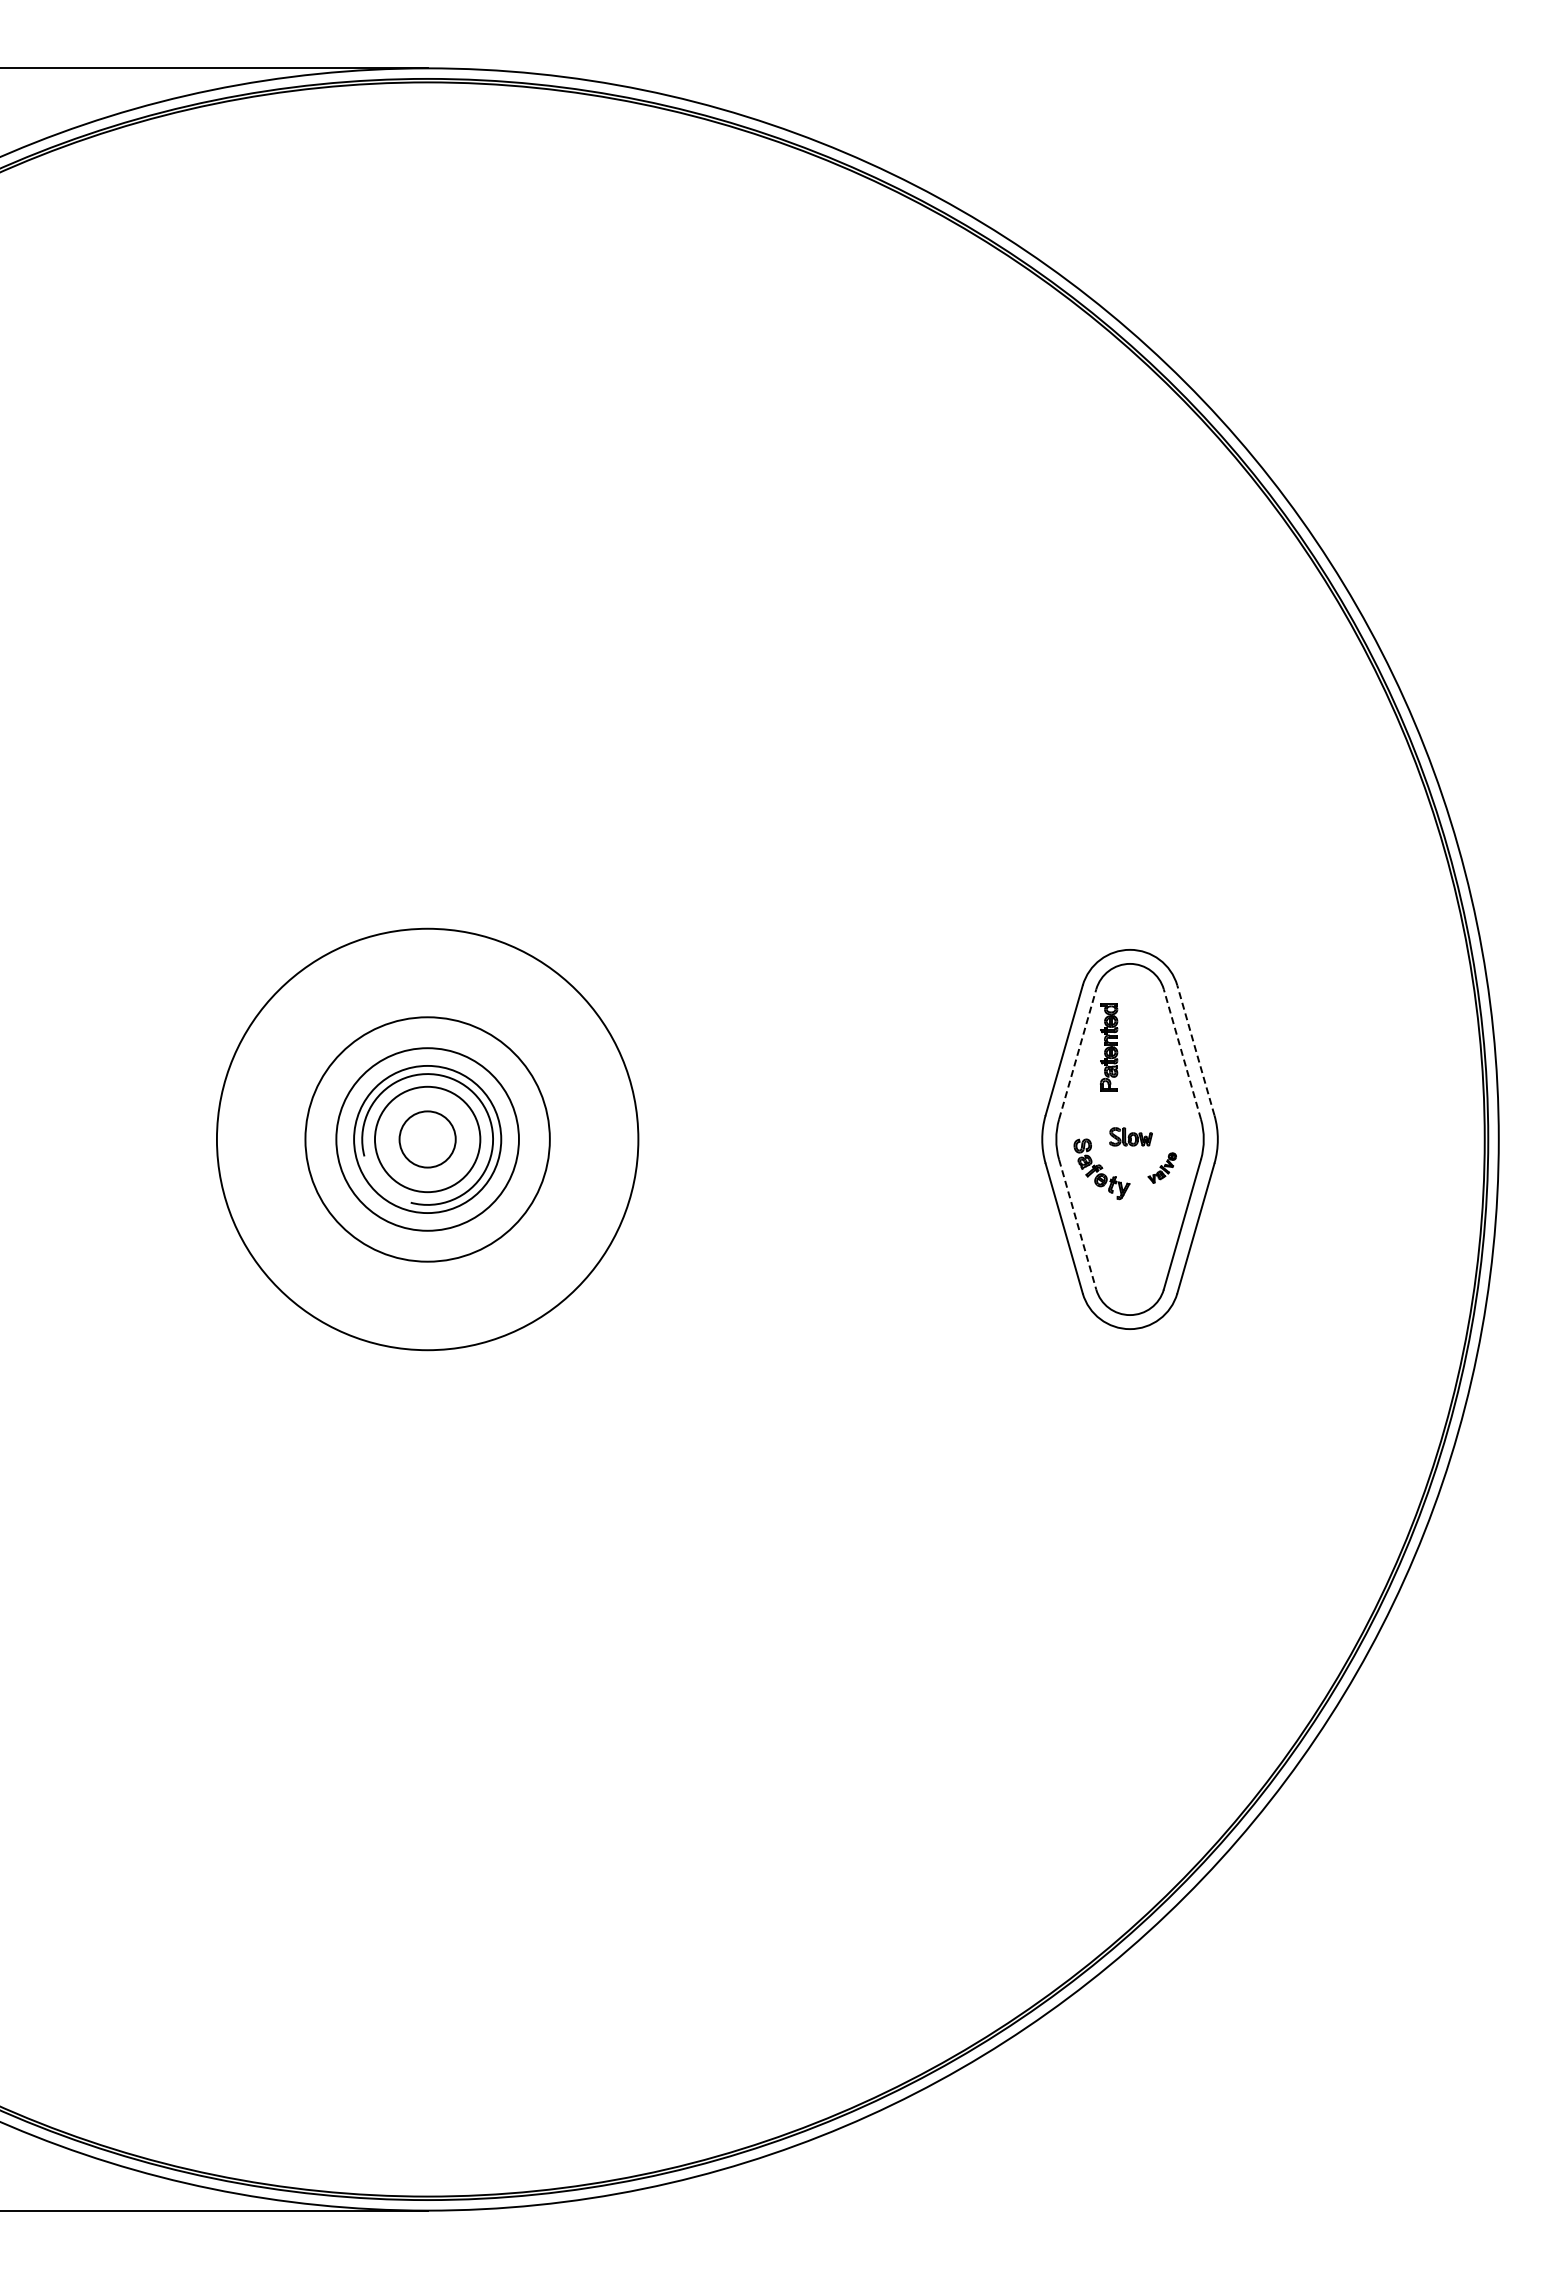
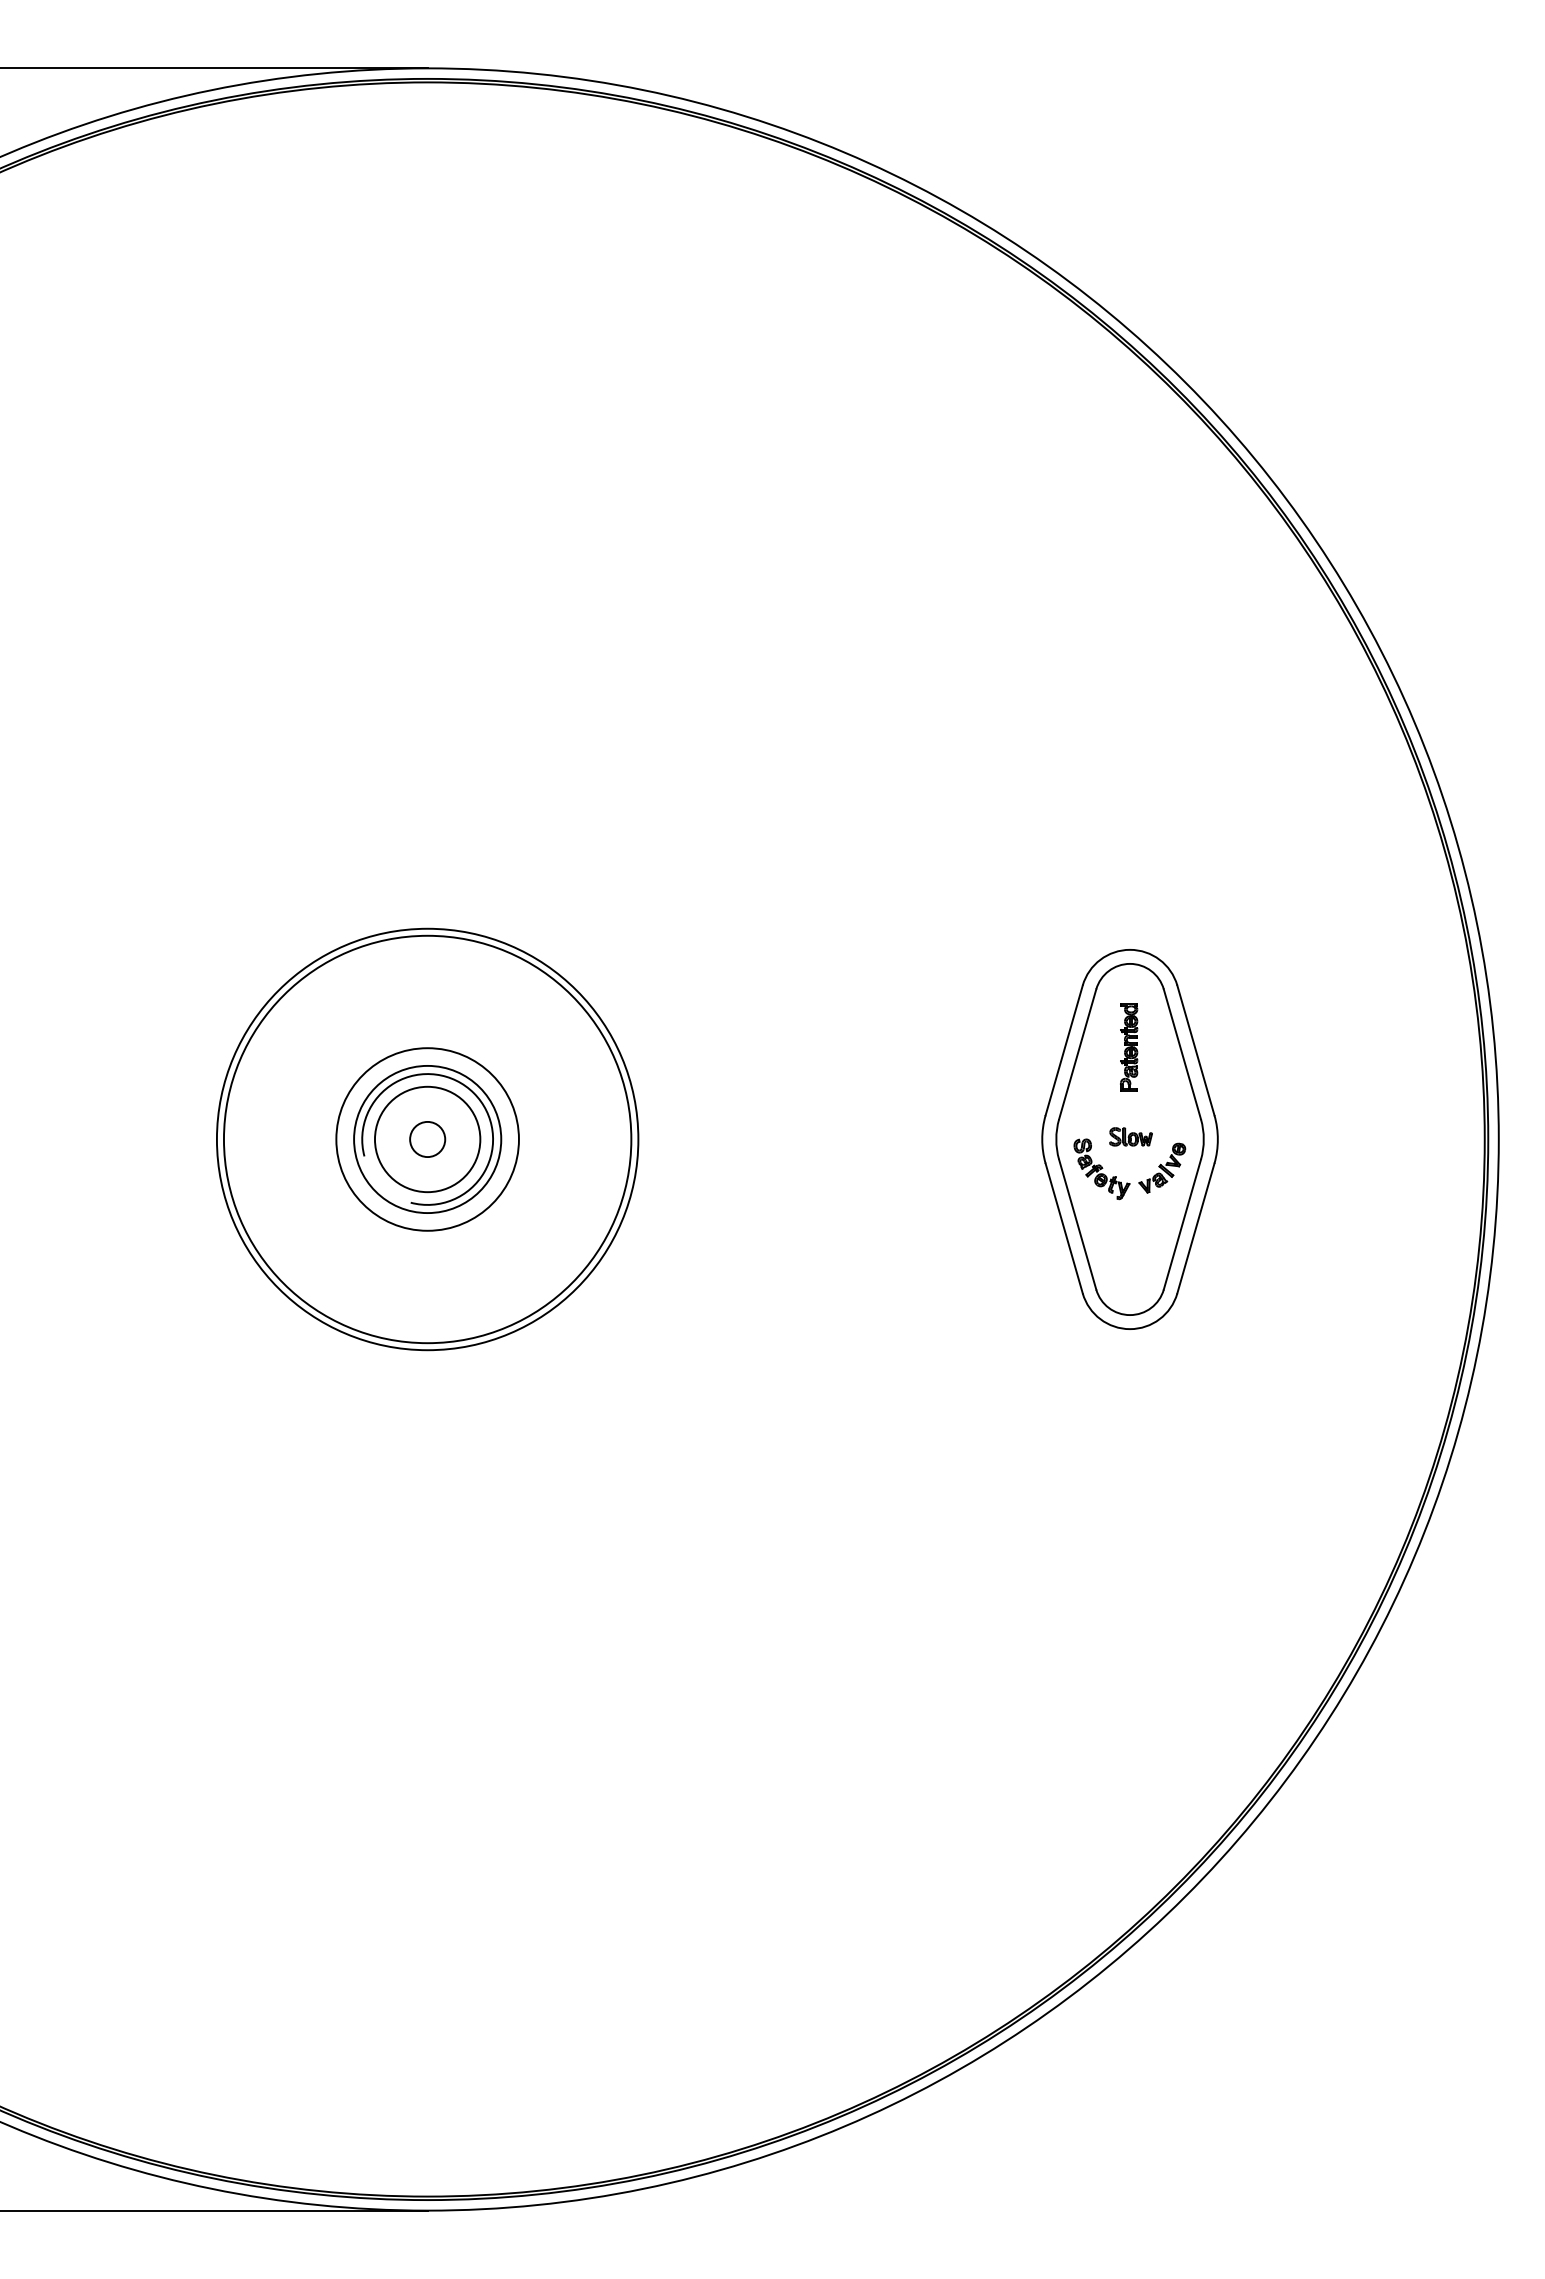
part at (1109, 1047) position: (1109, 1047) -> (1129, 1047)
line at (1195, 1050): dashed -> solid
line at (1077, 1054): dashed -> solid
line at (1182, 1054): dashed -> solid
circle at (427, 1139) diameter: 244 px -> 407 px
circle at (427, 1139) diameter: 56 px -> 35 px
part at (1161, 1167) size: 30x32 px -> 49x52 px
line at (1077, 1224): dashed -> solid
